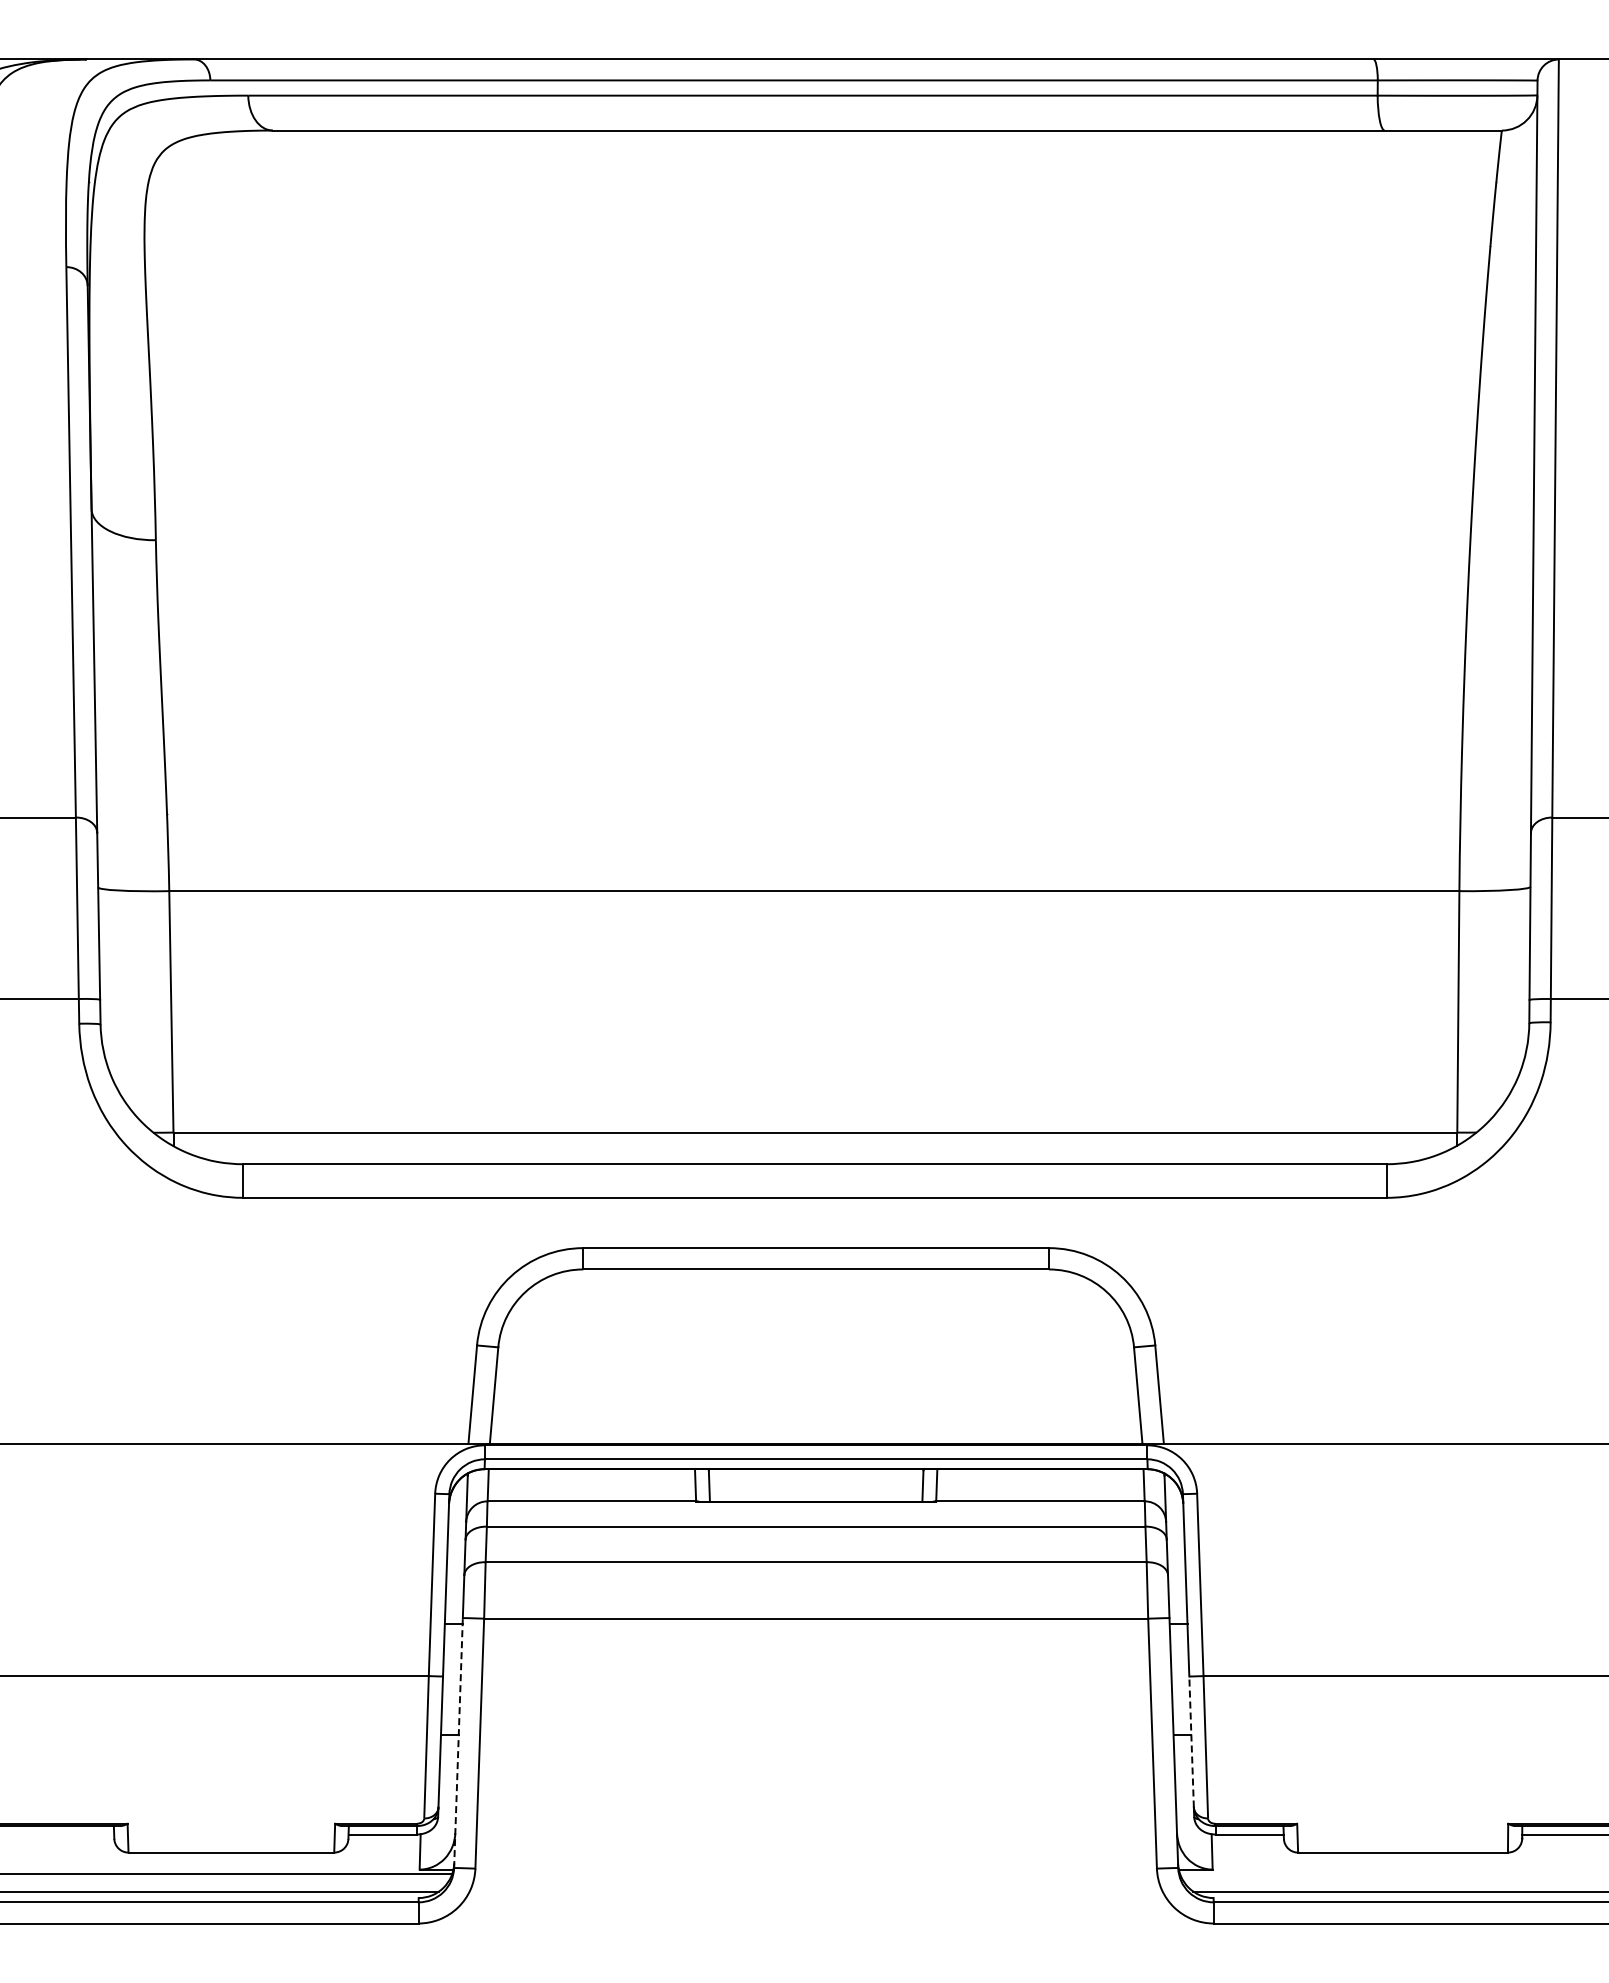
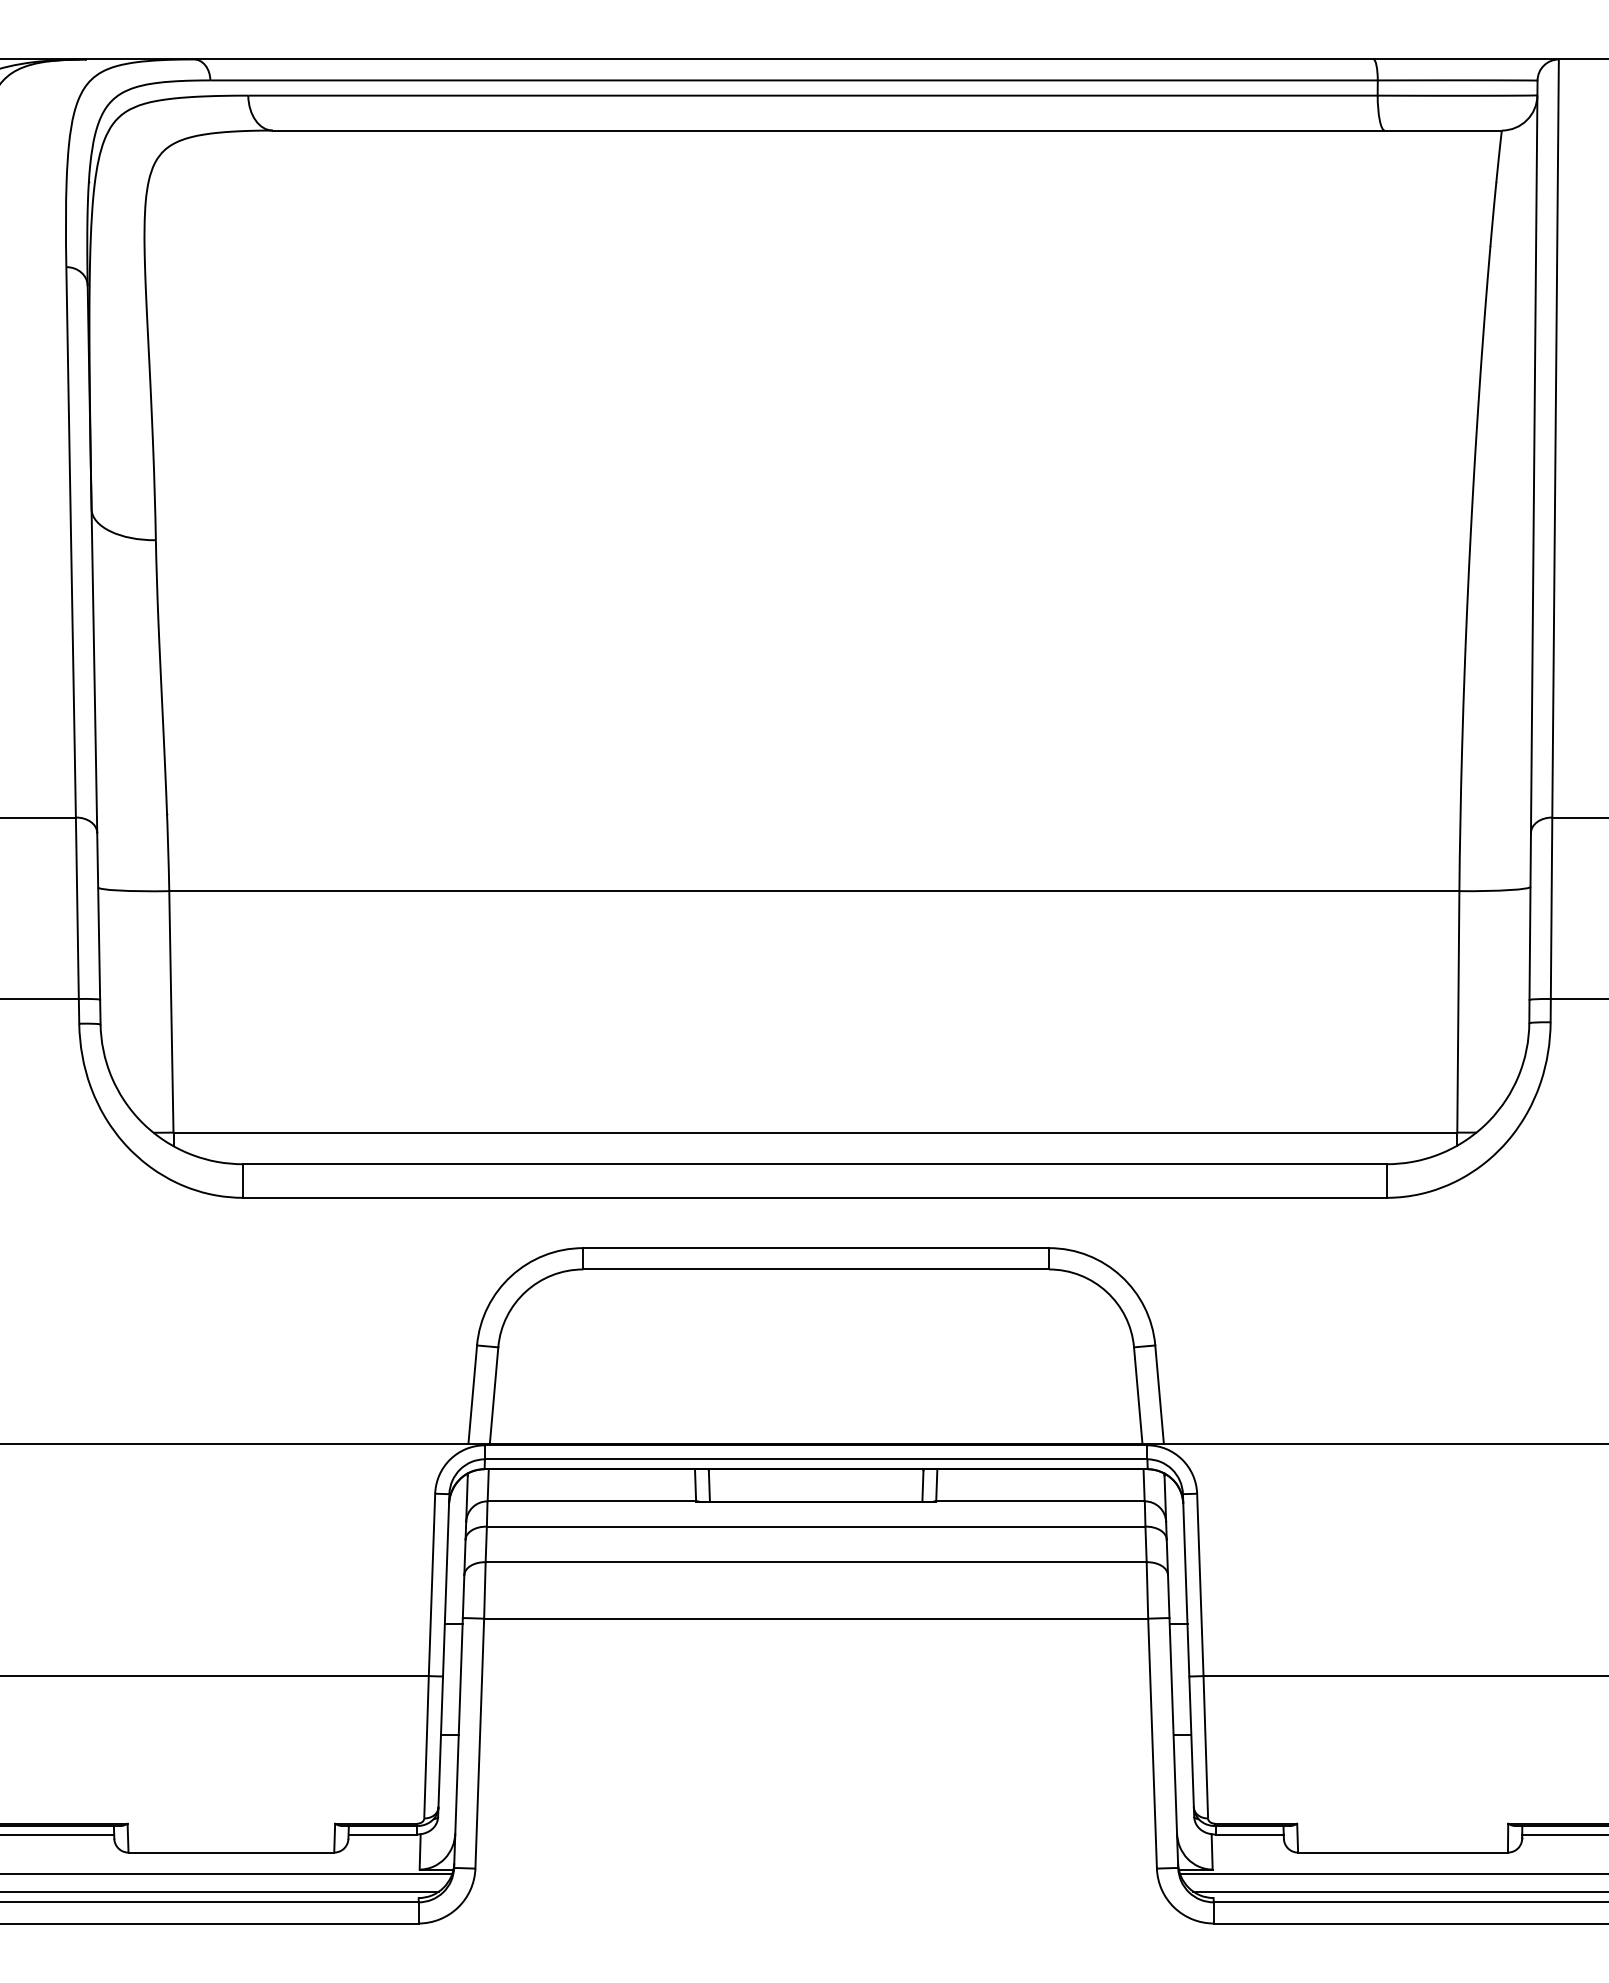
line at (1191, 1741): dashed -> solid
line at (458, 1742): dashed -> solid
line at (58, 1834): none -> present
line at (1392, 1873): none -> present
